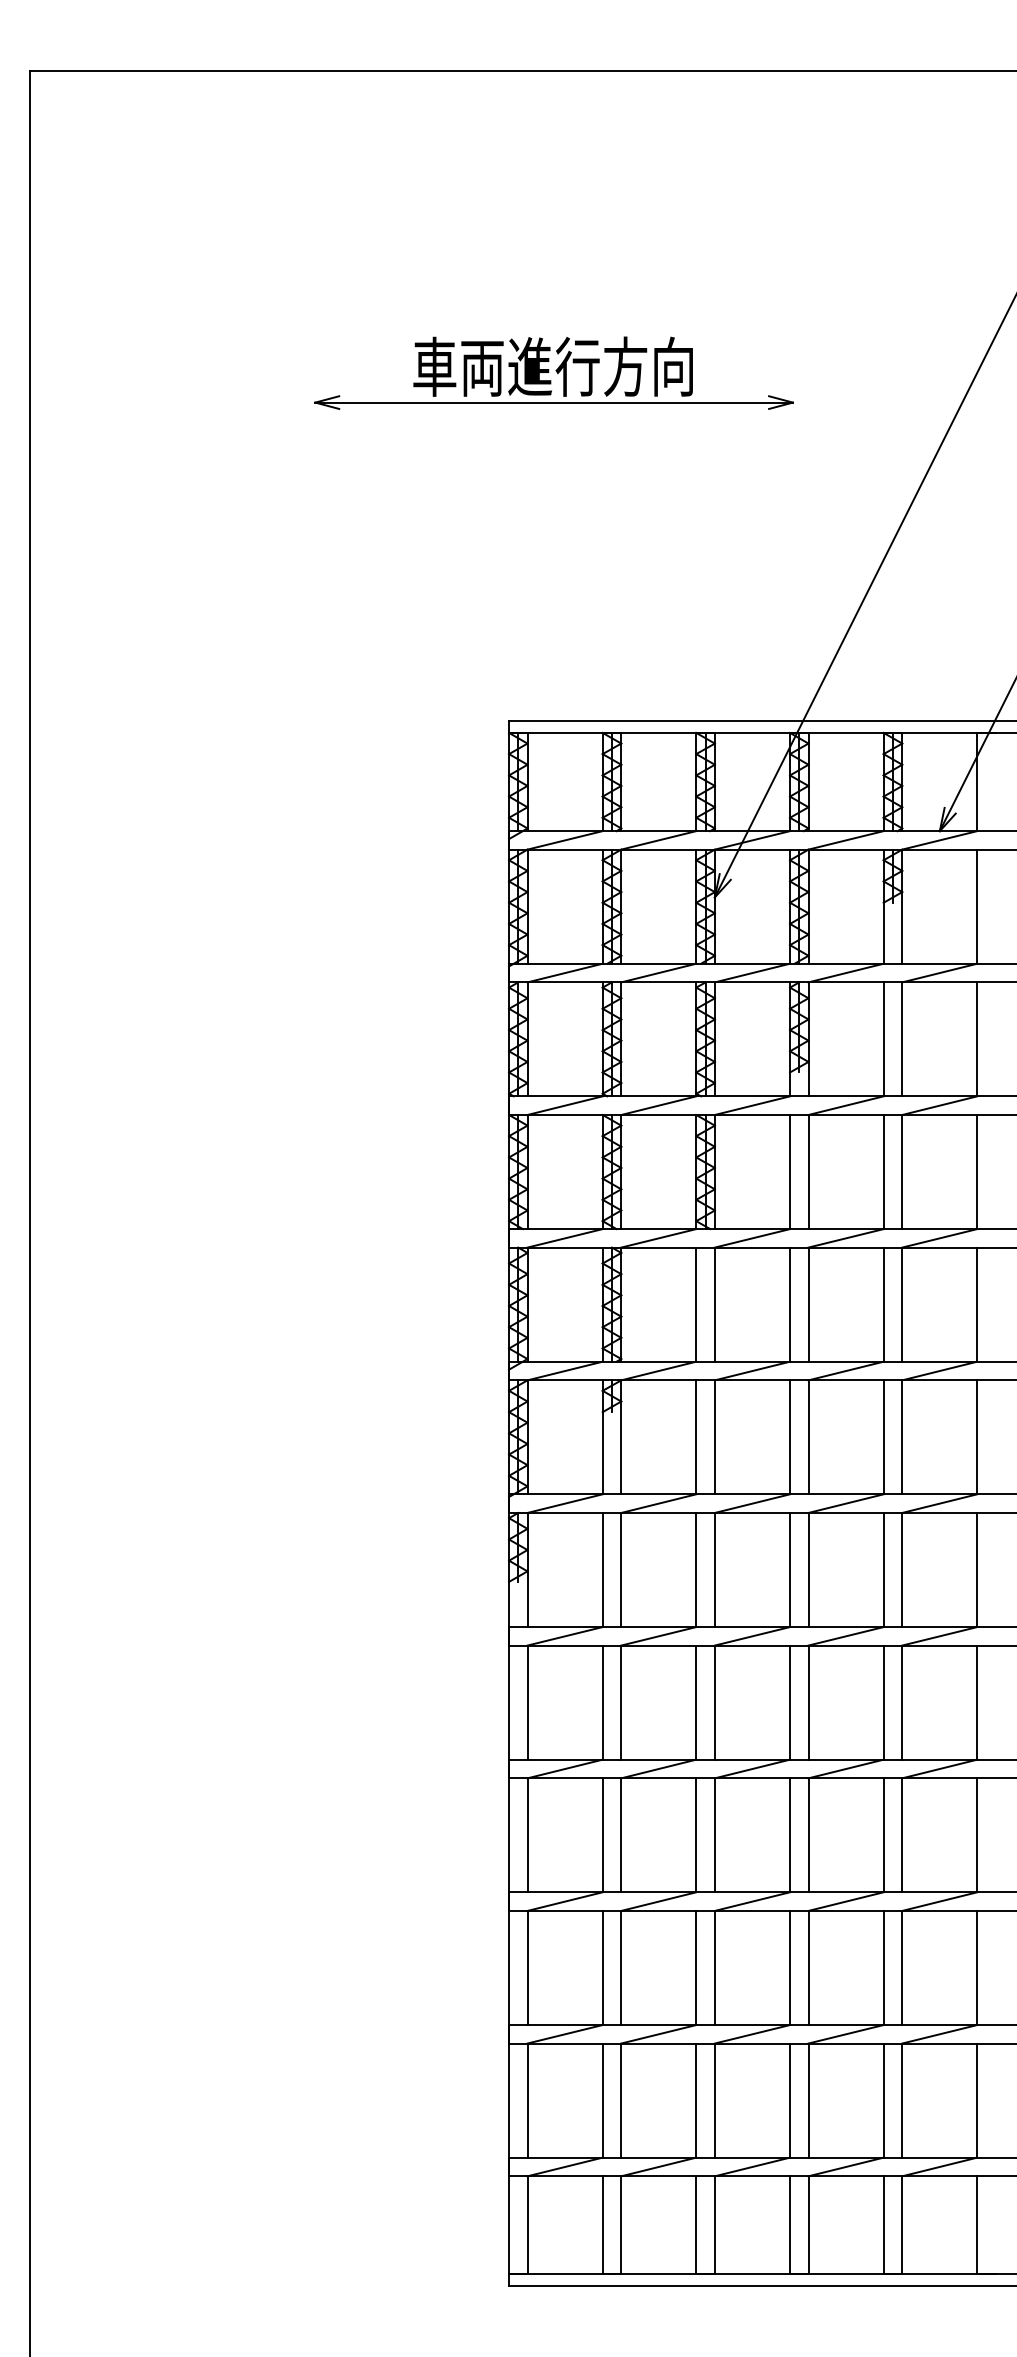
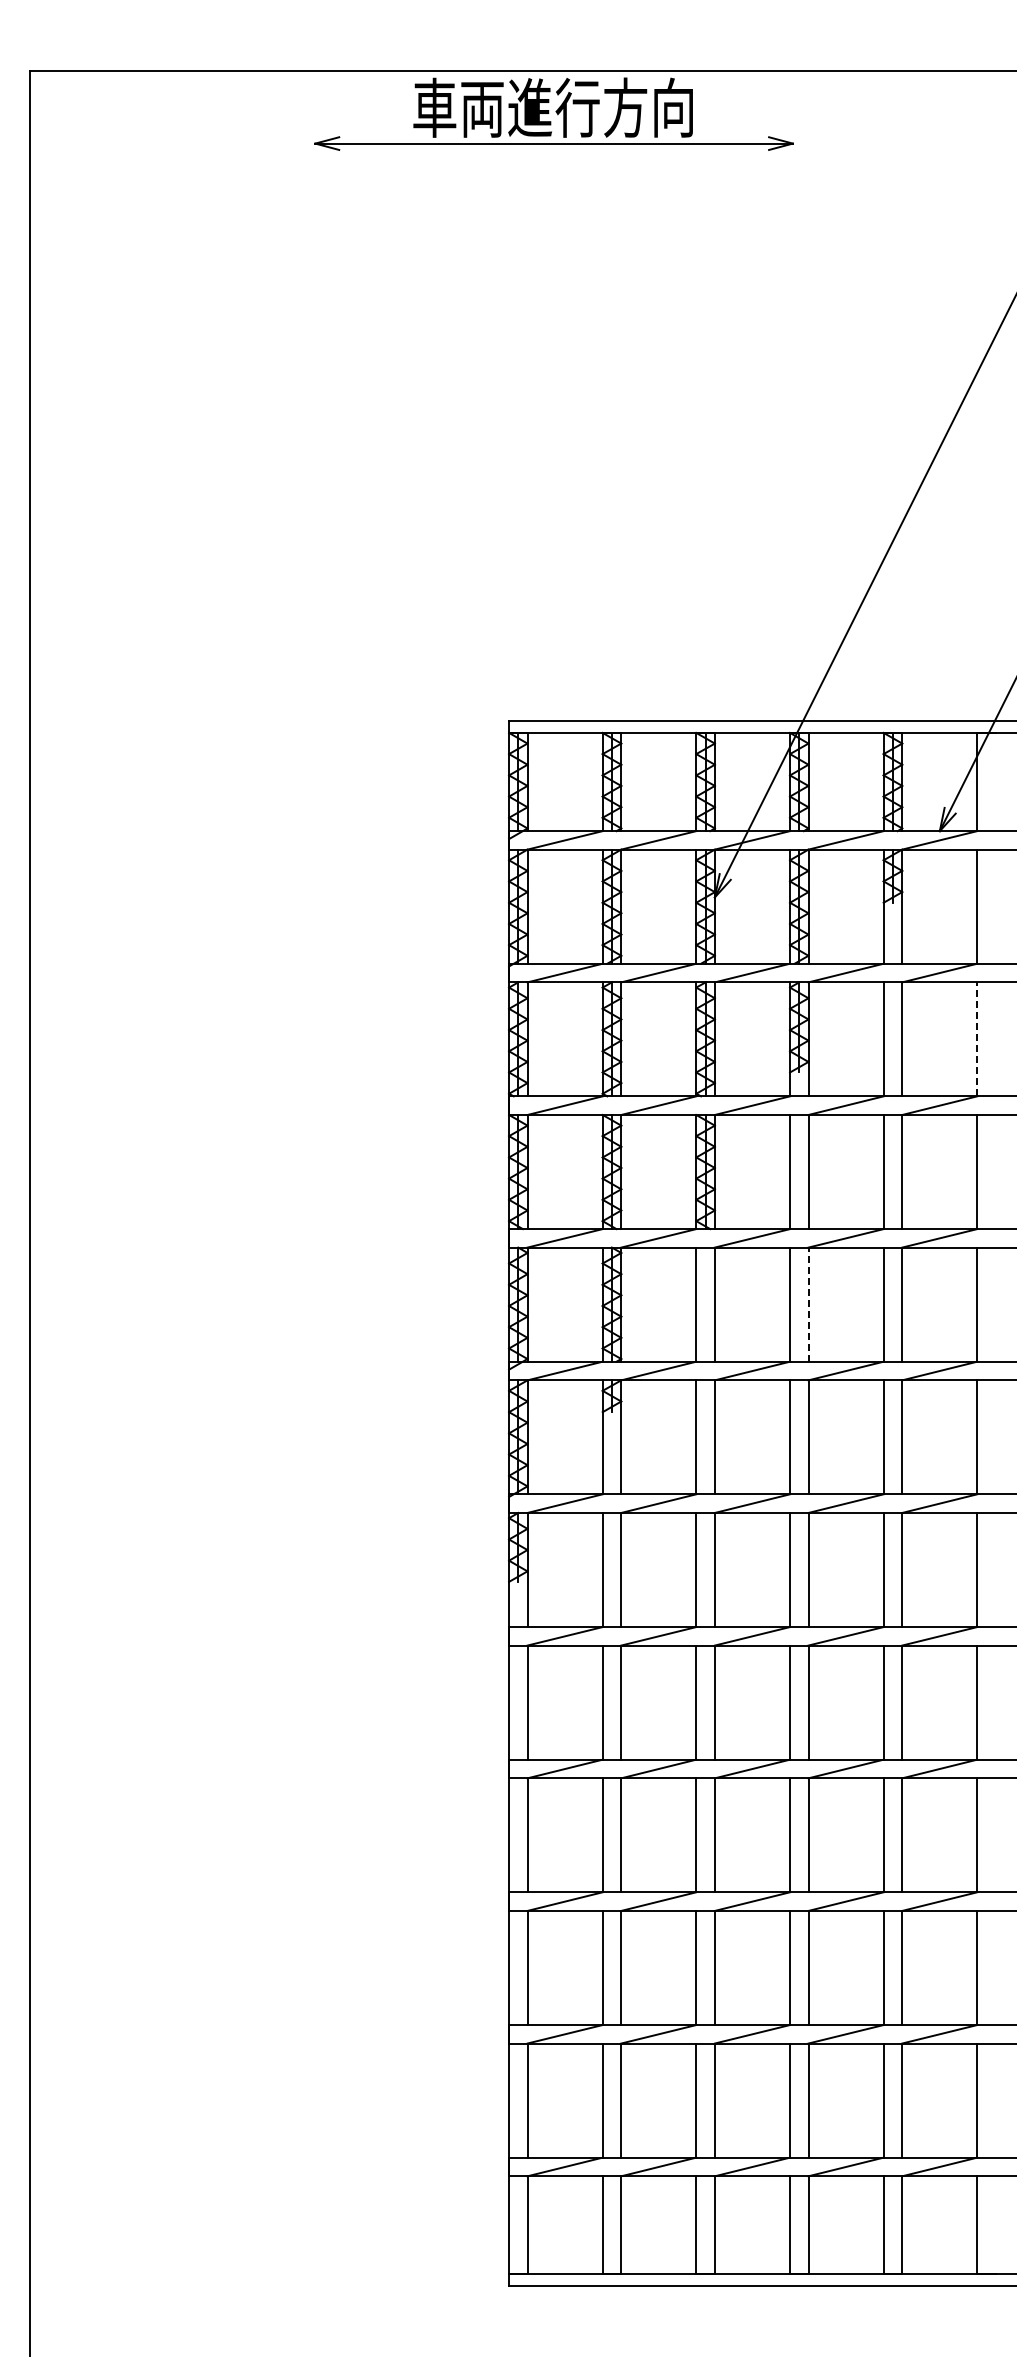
part at (553, 372) position: (553, 372) -> (553, 113)
line at (977, 1039): solid -> dashed
line at (808, 1304): solid -> dashed
